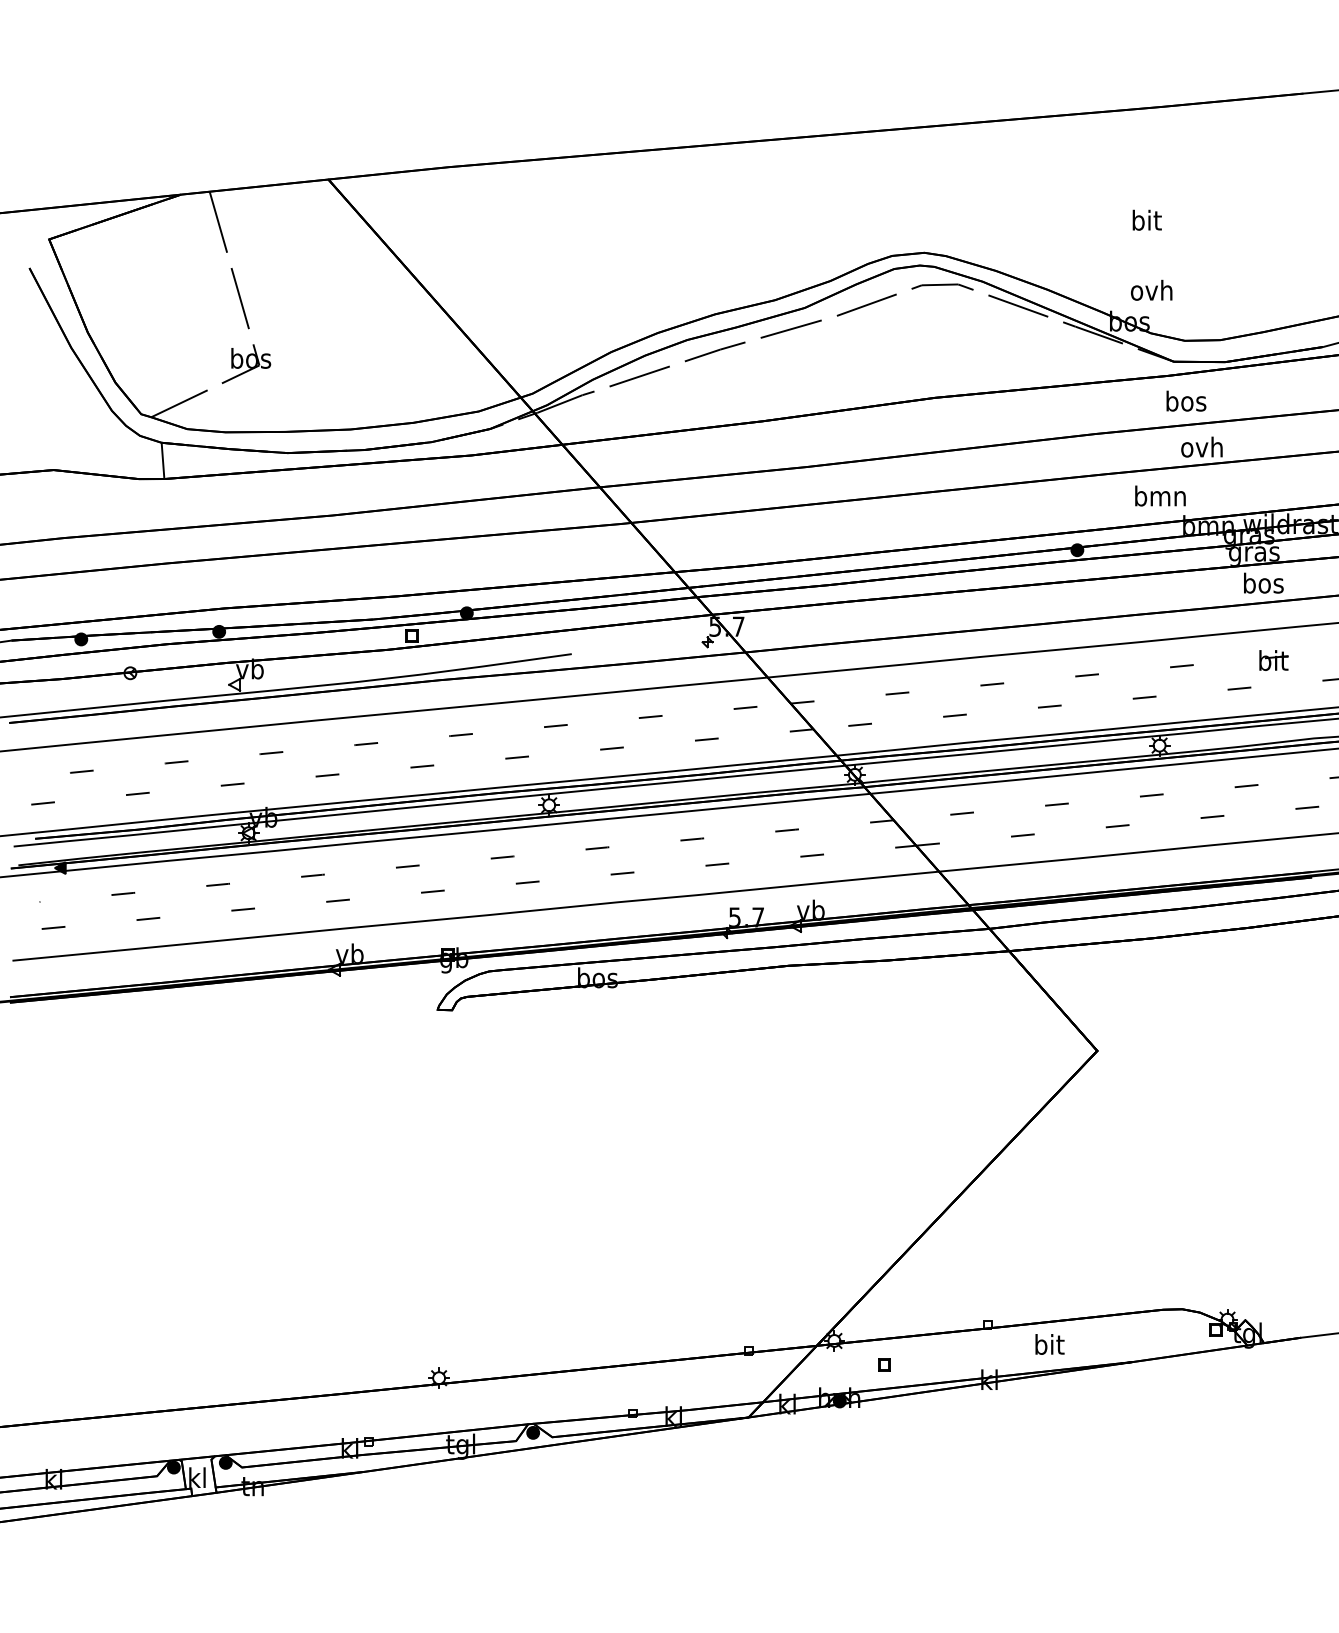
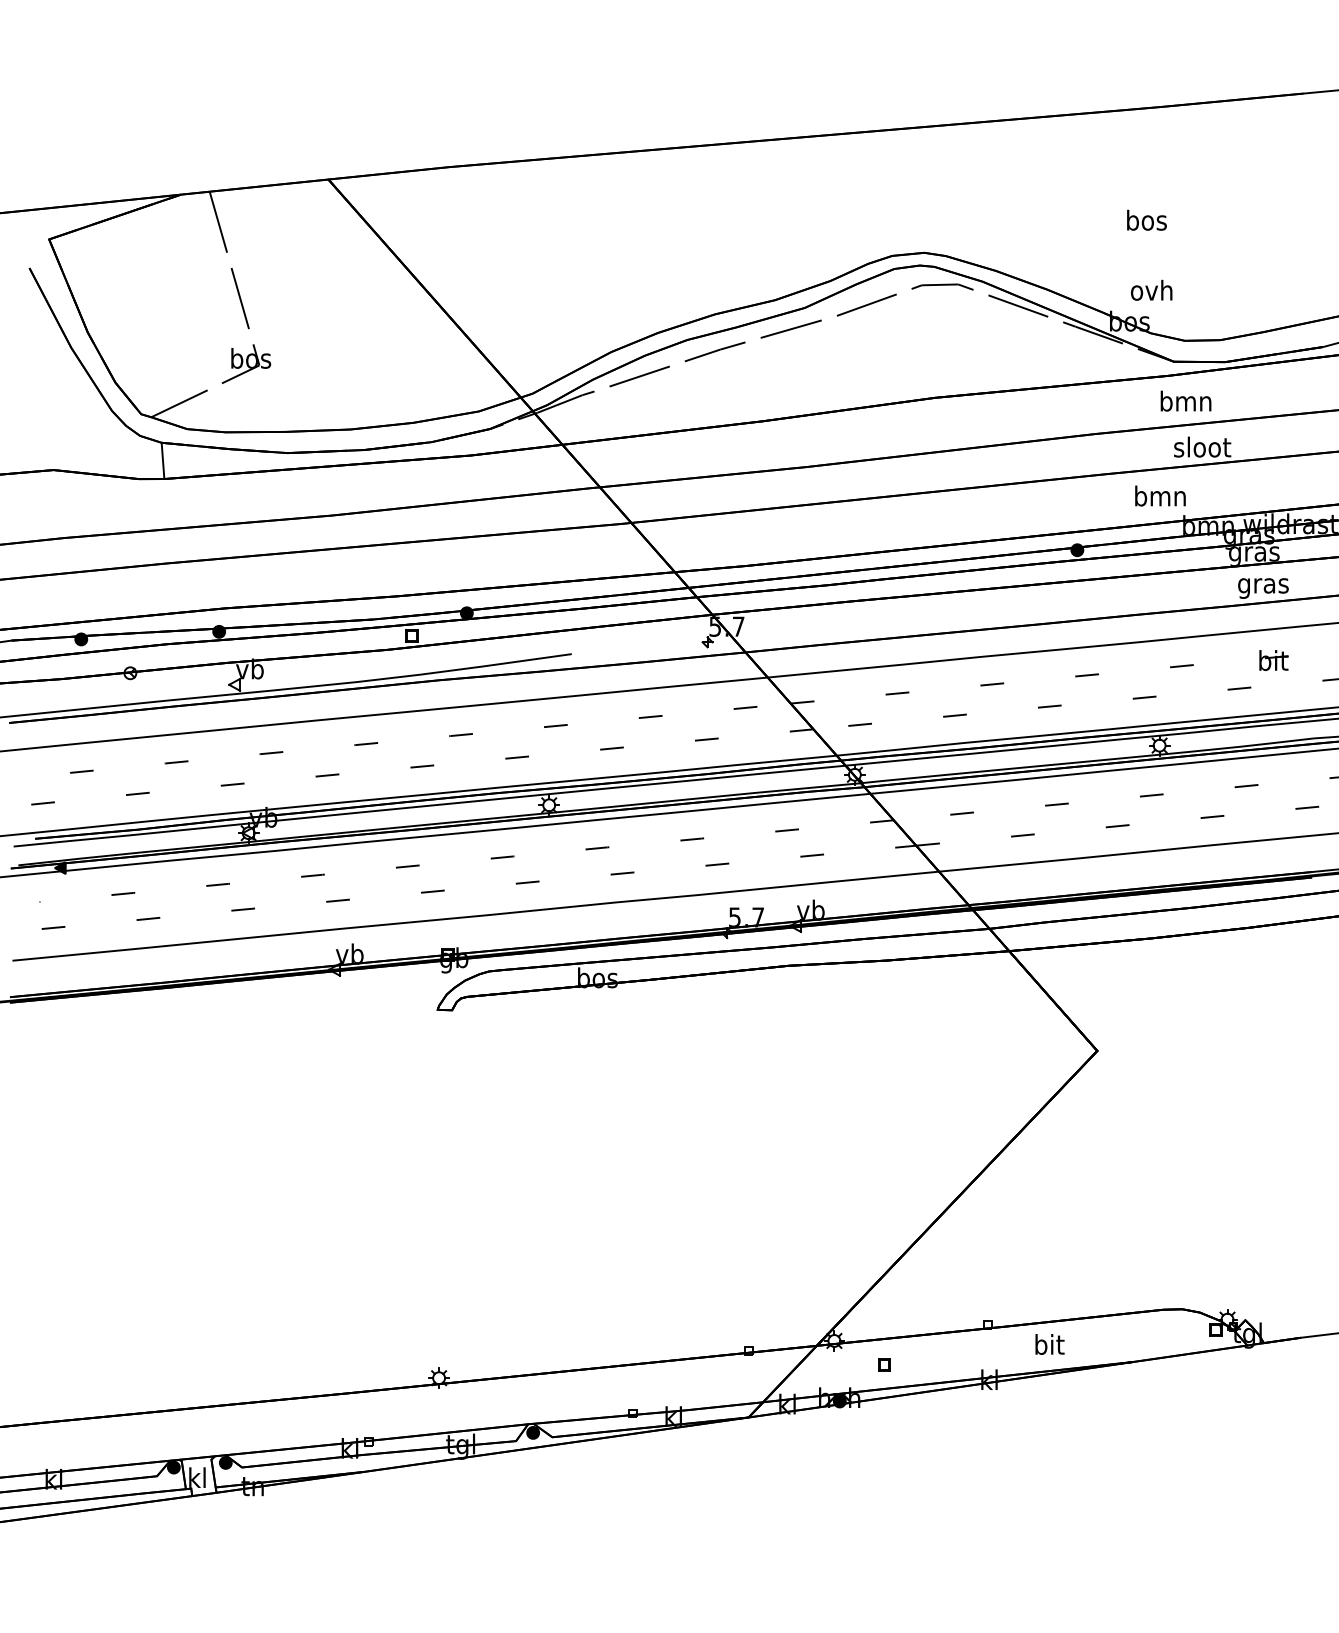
text at (1146, 219): bit -> bos
text at (1185, 400): bos -> bmn
text at (1202, 446): ovh -> sloot
text at (1263, 585): bos -> gras
